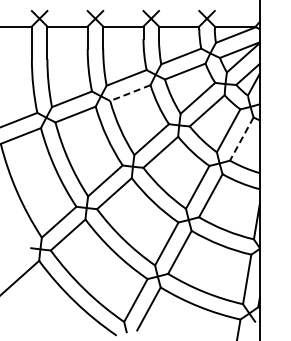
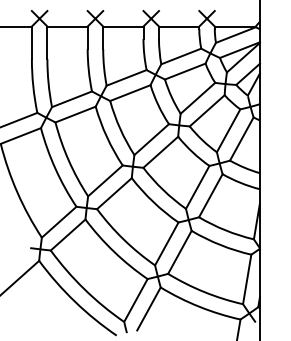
line at (130, 93): dashed -> solid
line at (241, 139): dashed -> solid
